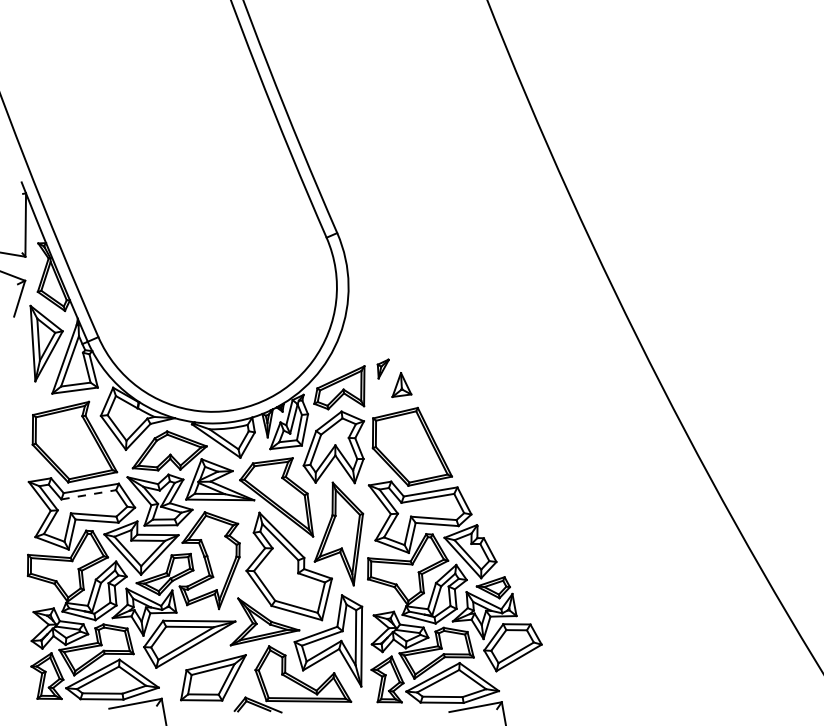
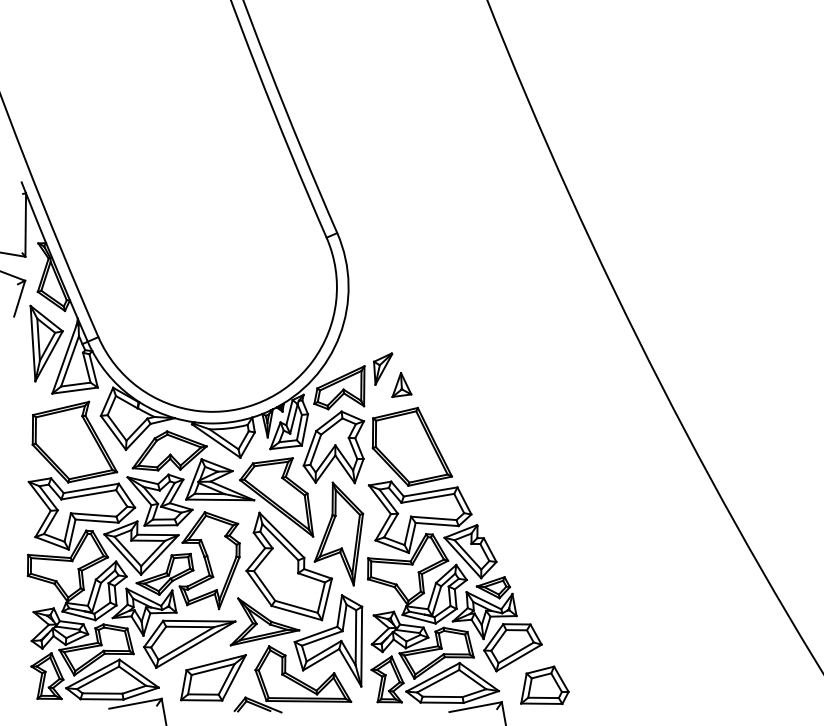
part at (382, 368) size: 14x22 px -> 21x34 px
line at (88, 494): dashed -> solid
part at (544, 685): none -> present
